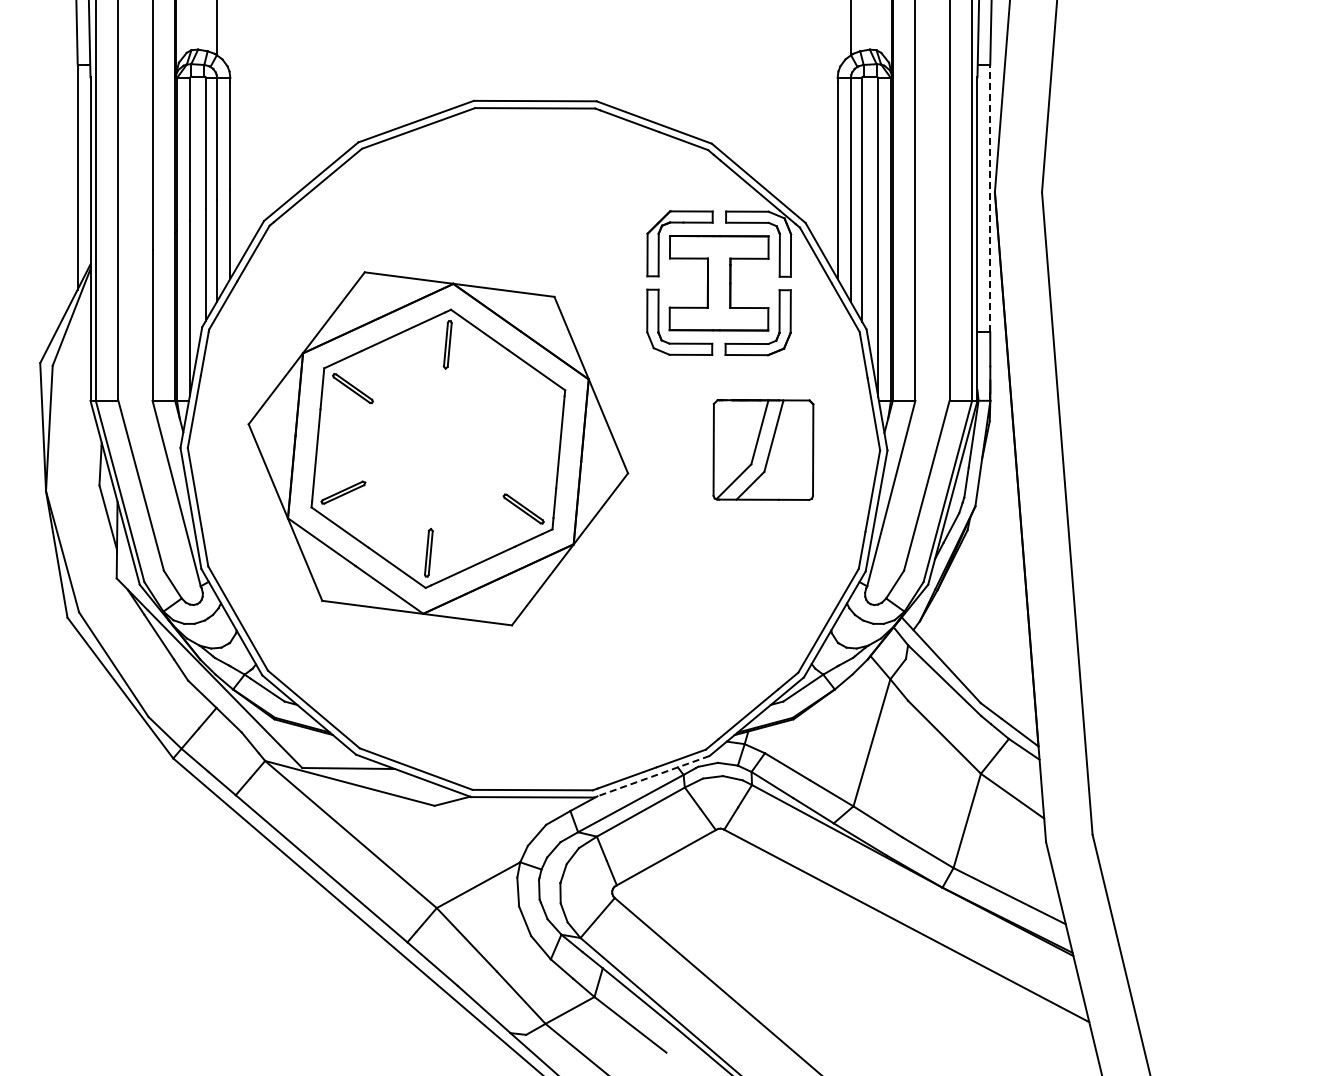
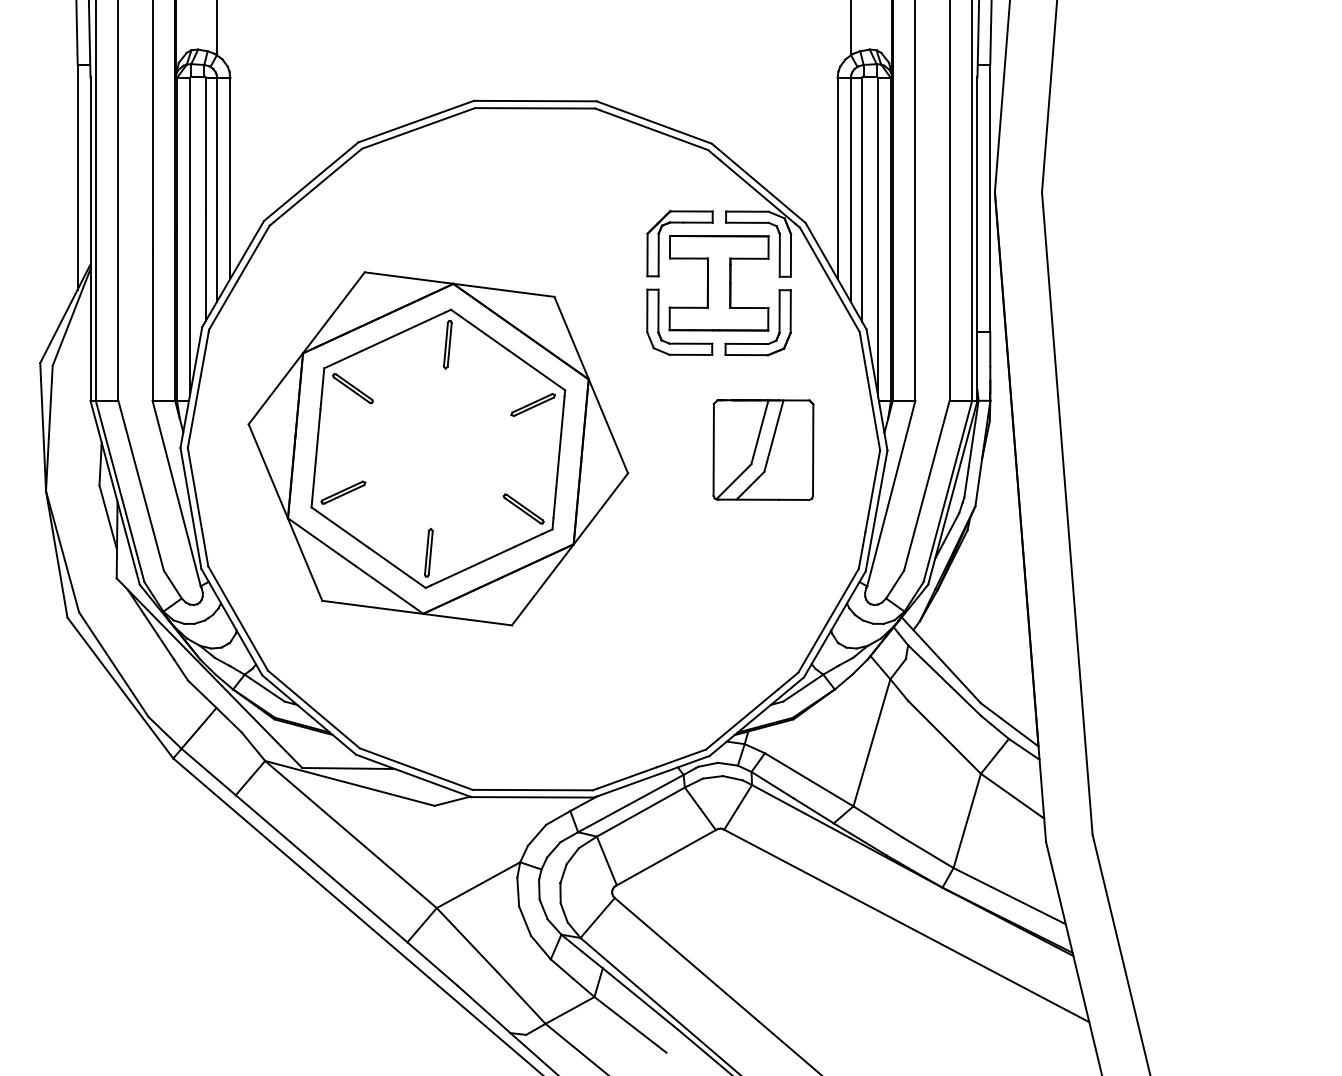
line at (990, 198): dashed -> solid
part at (532, 404): none -> present
line at (651, 776): dashed -> solid
